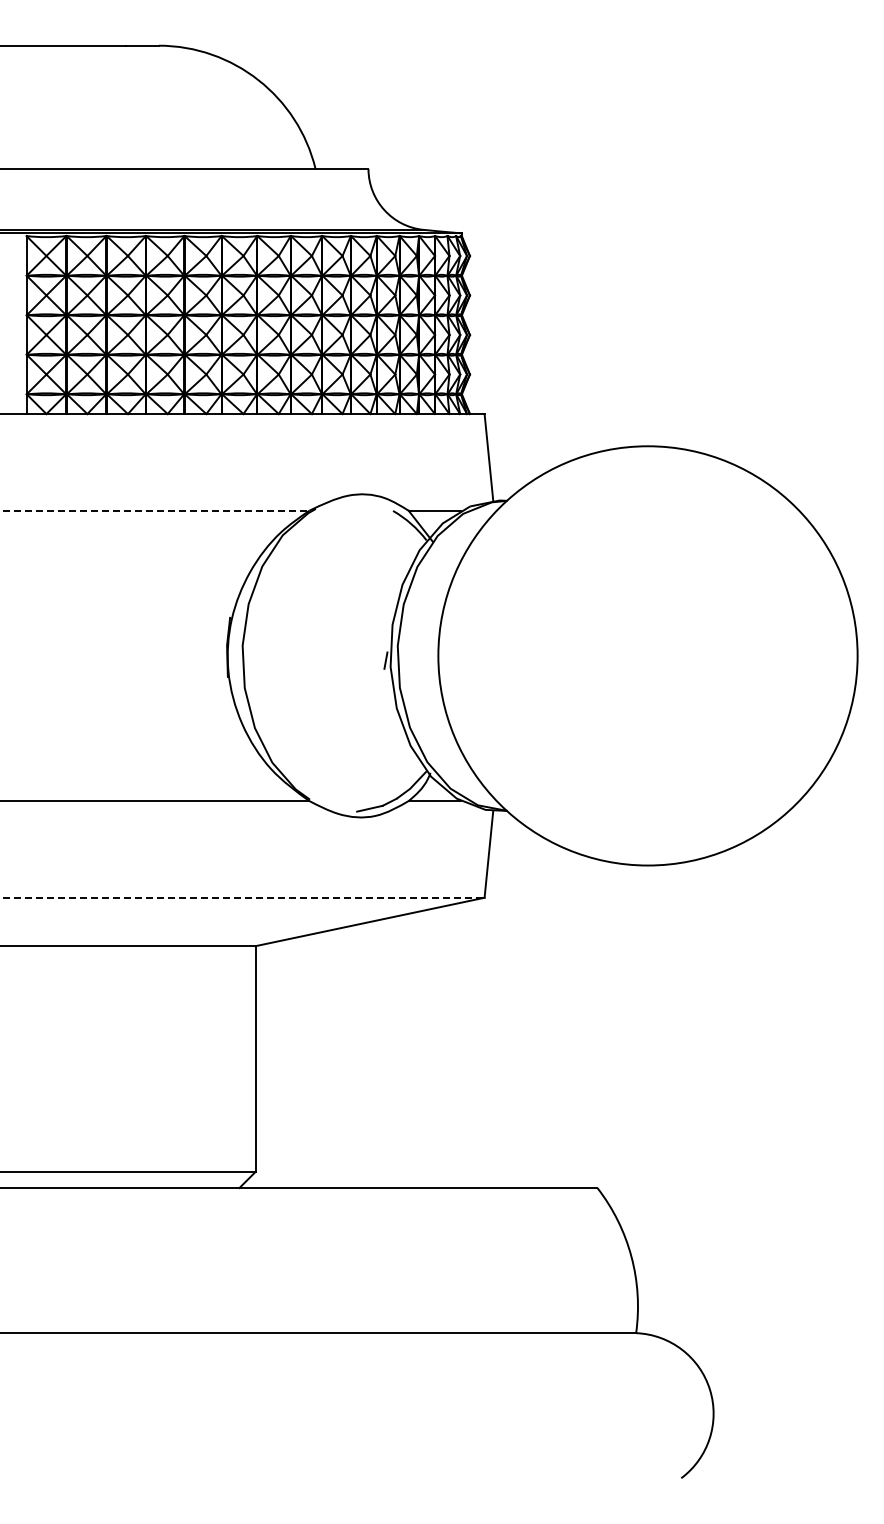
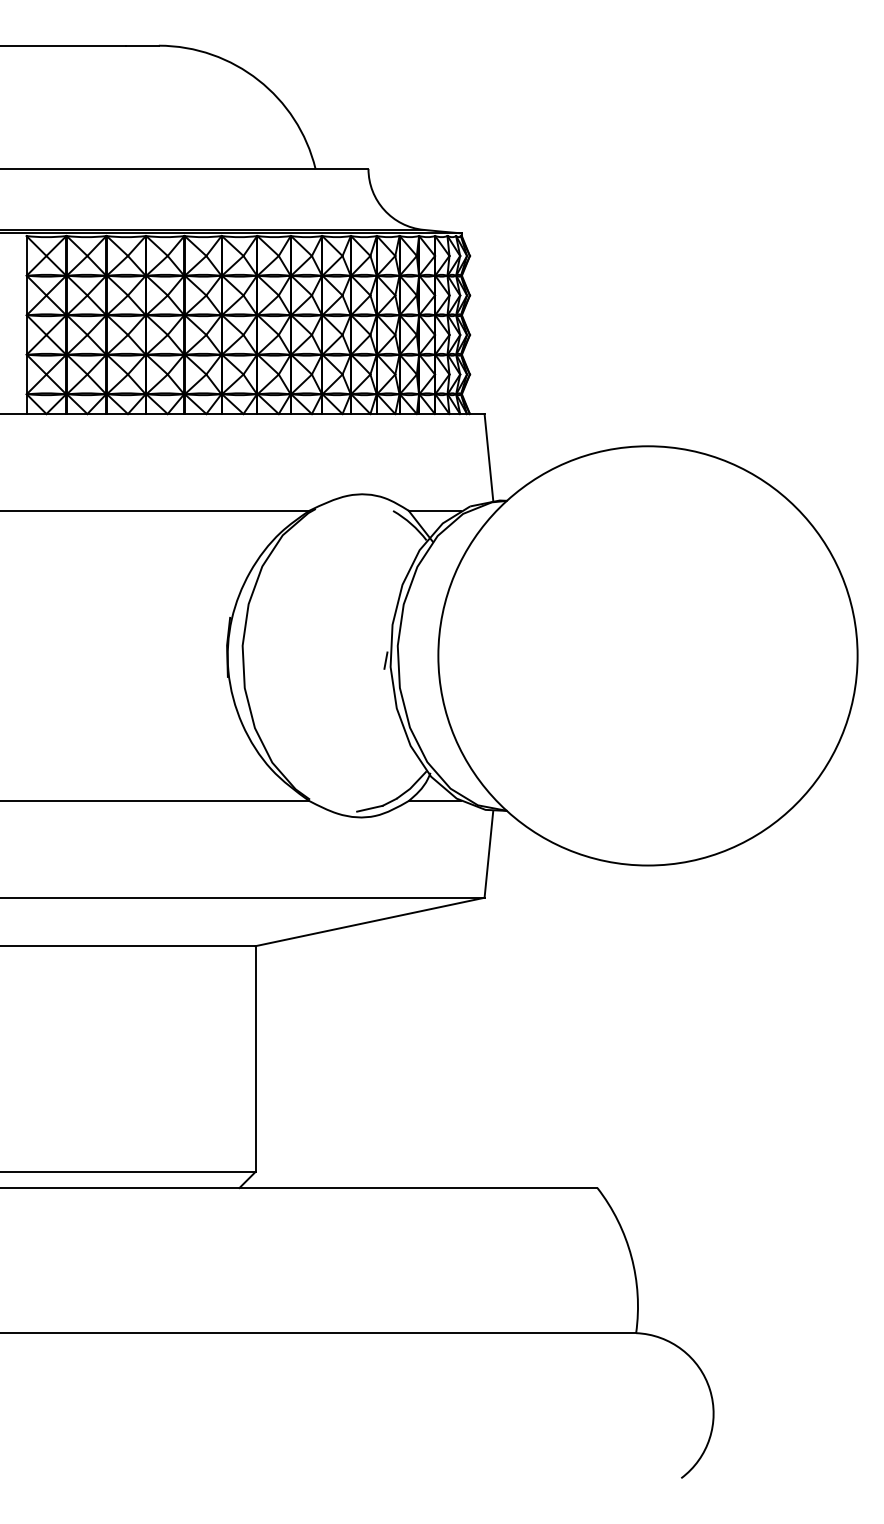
line at (155, 510): dashed -> solid
line at (242, 897): dashed -> solid
